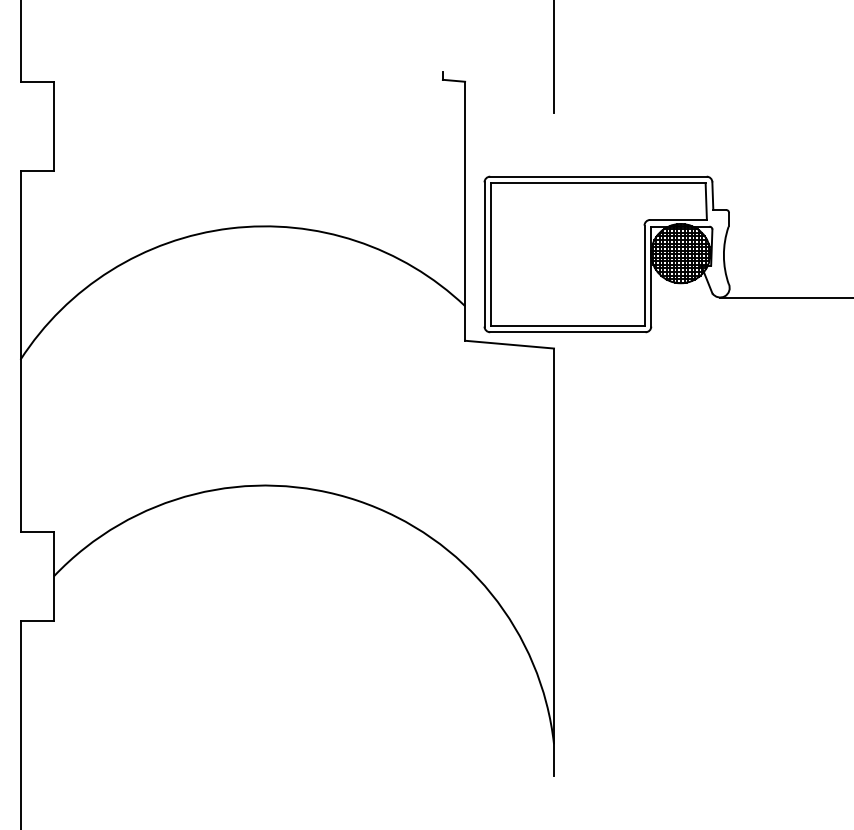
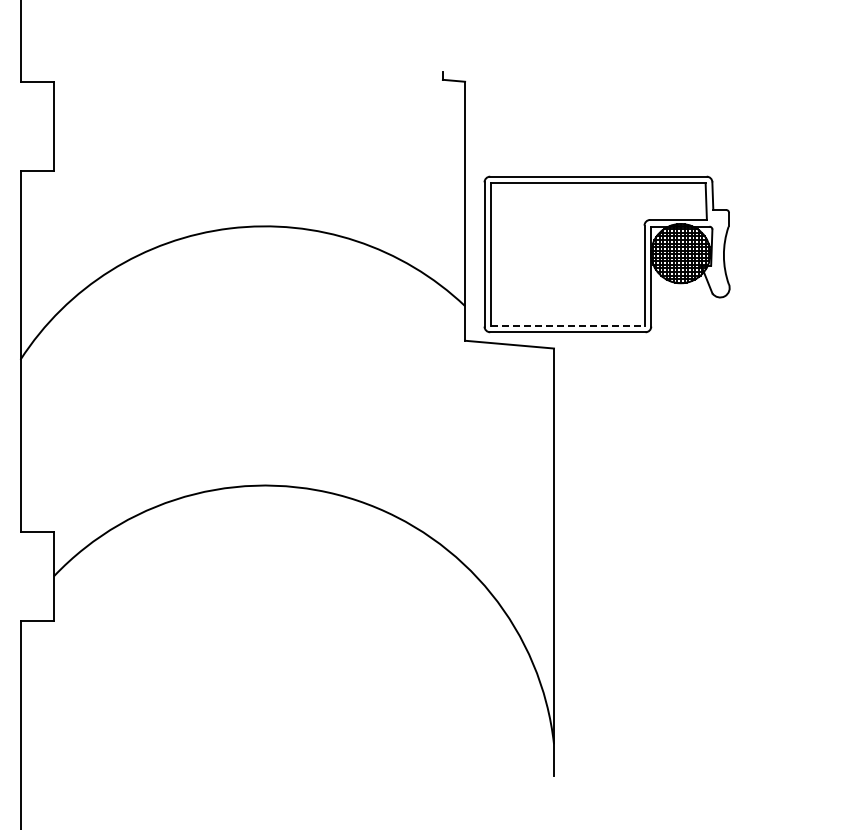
line at (554, 57): present -> none
line at (785, 297): present -> none
line at (567, 325): solid -> dashed
